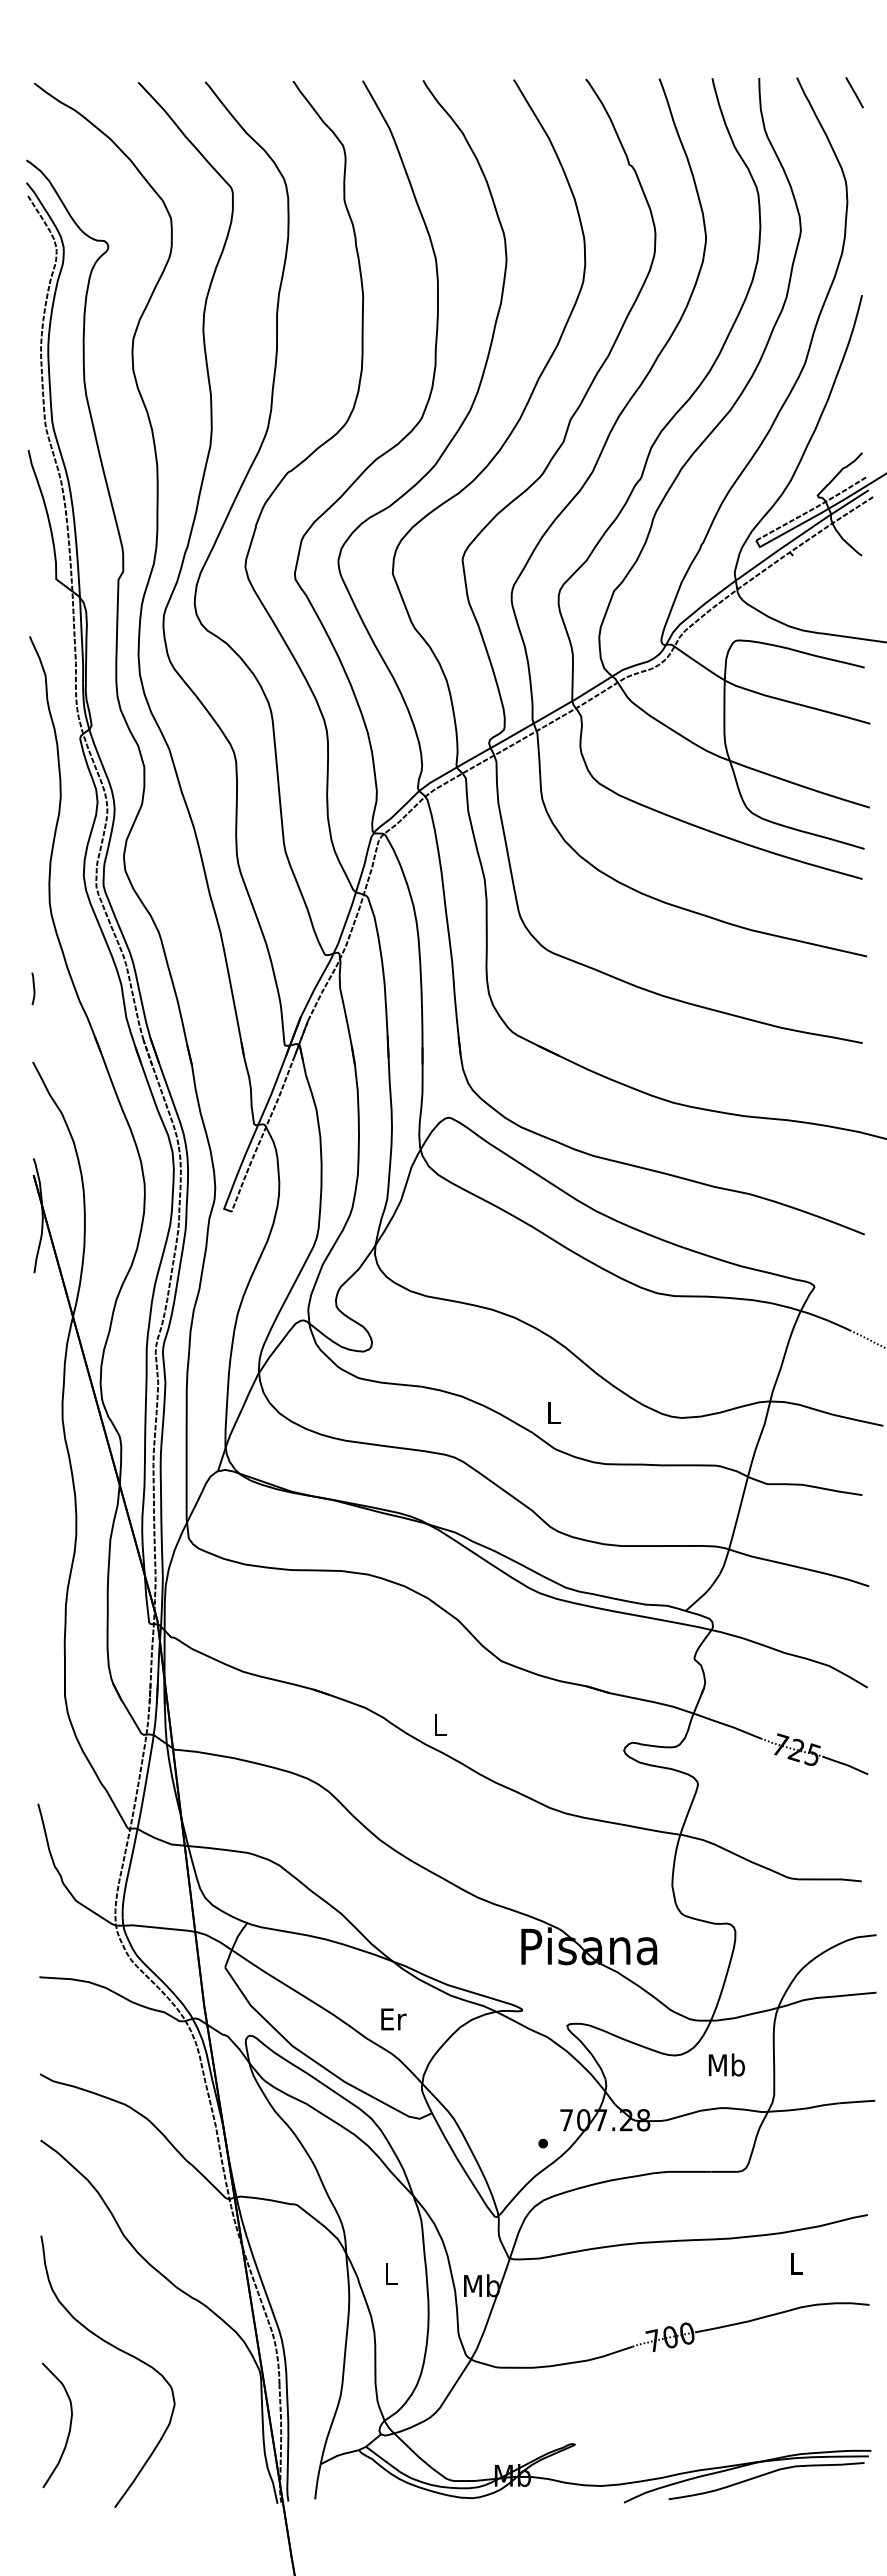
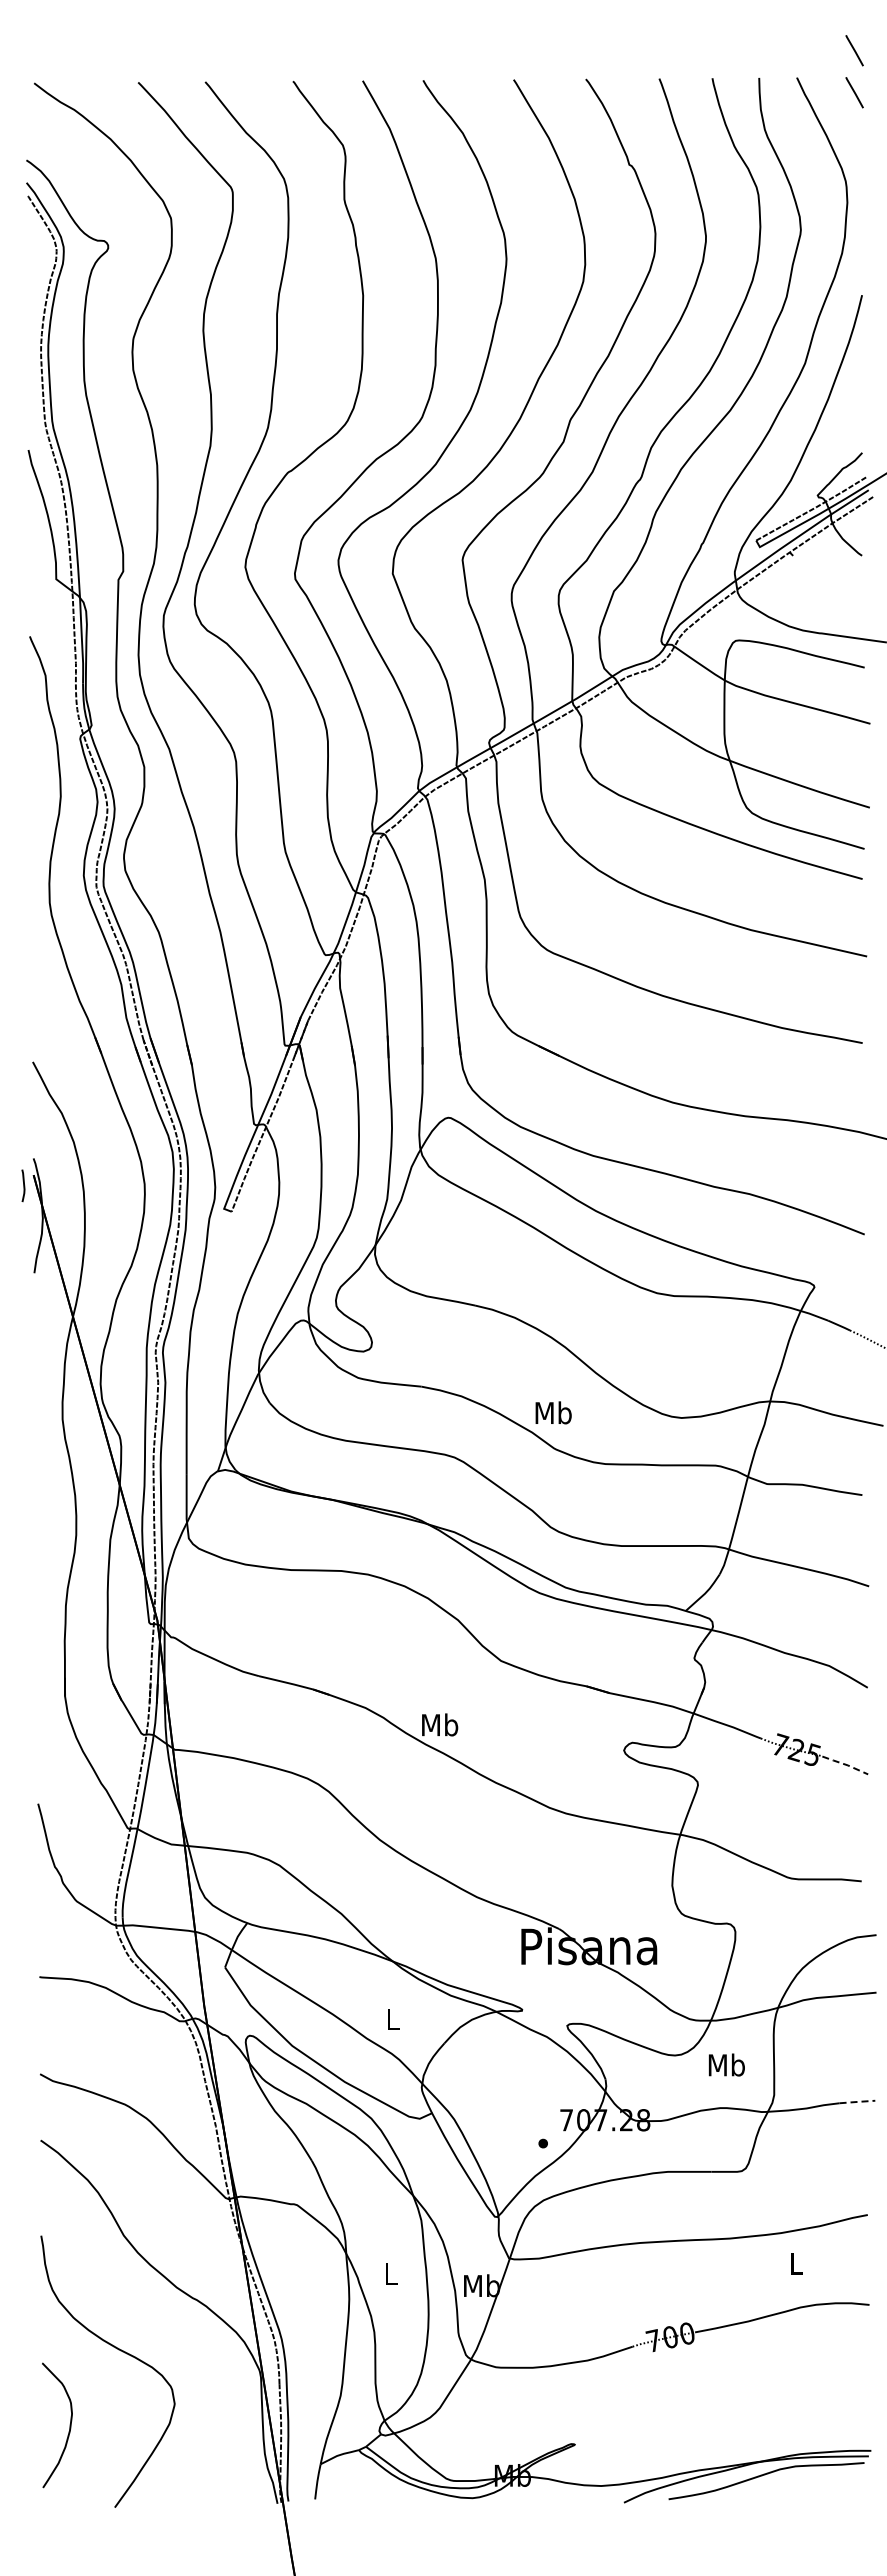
line at (854, 50): none -> present
curve at (33, 988) position: (33, 988) -> (23, 1185)
text at (553, 1412): L -> Mb
text at (440, 1724): L -> Mb
line at (846, 1764): solid -> dashed
text at (393, 2019): Er -> L
line at (858, 2101): solid -> dashed
